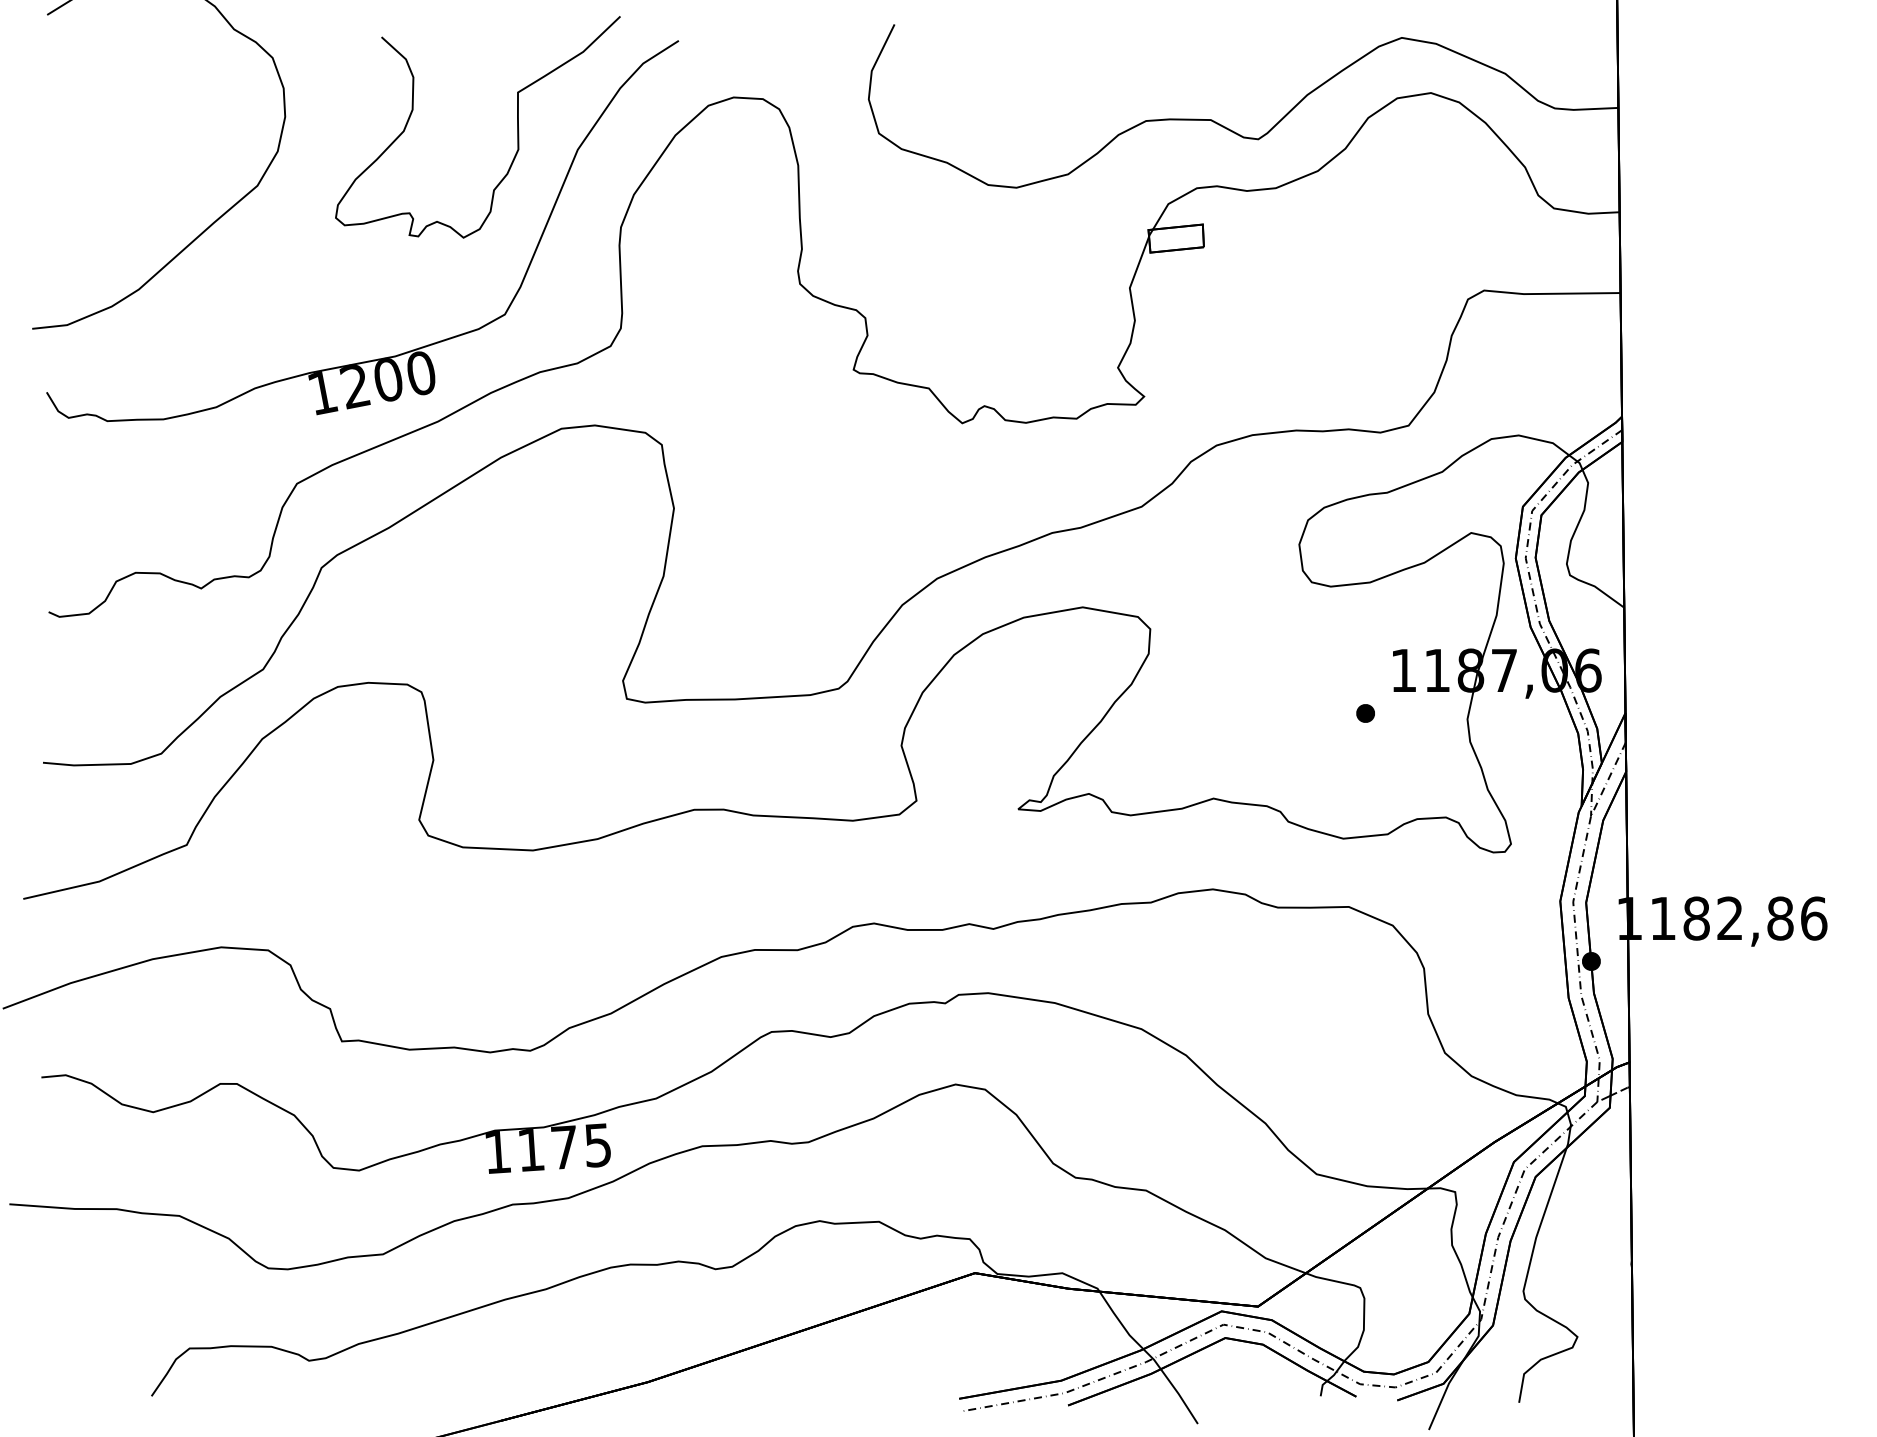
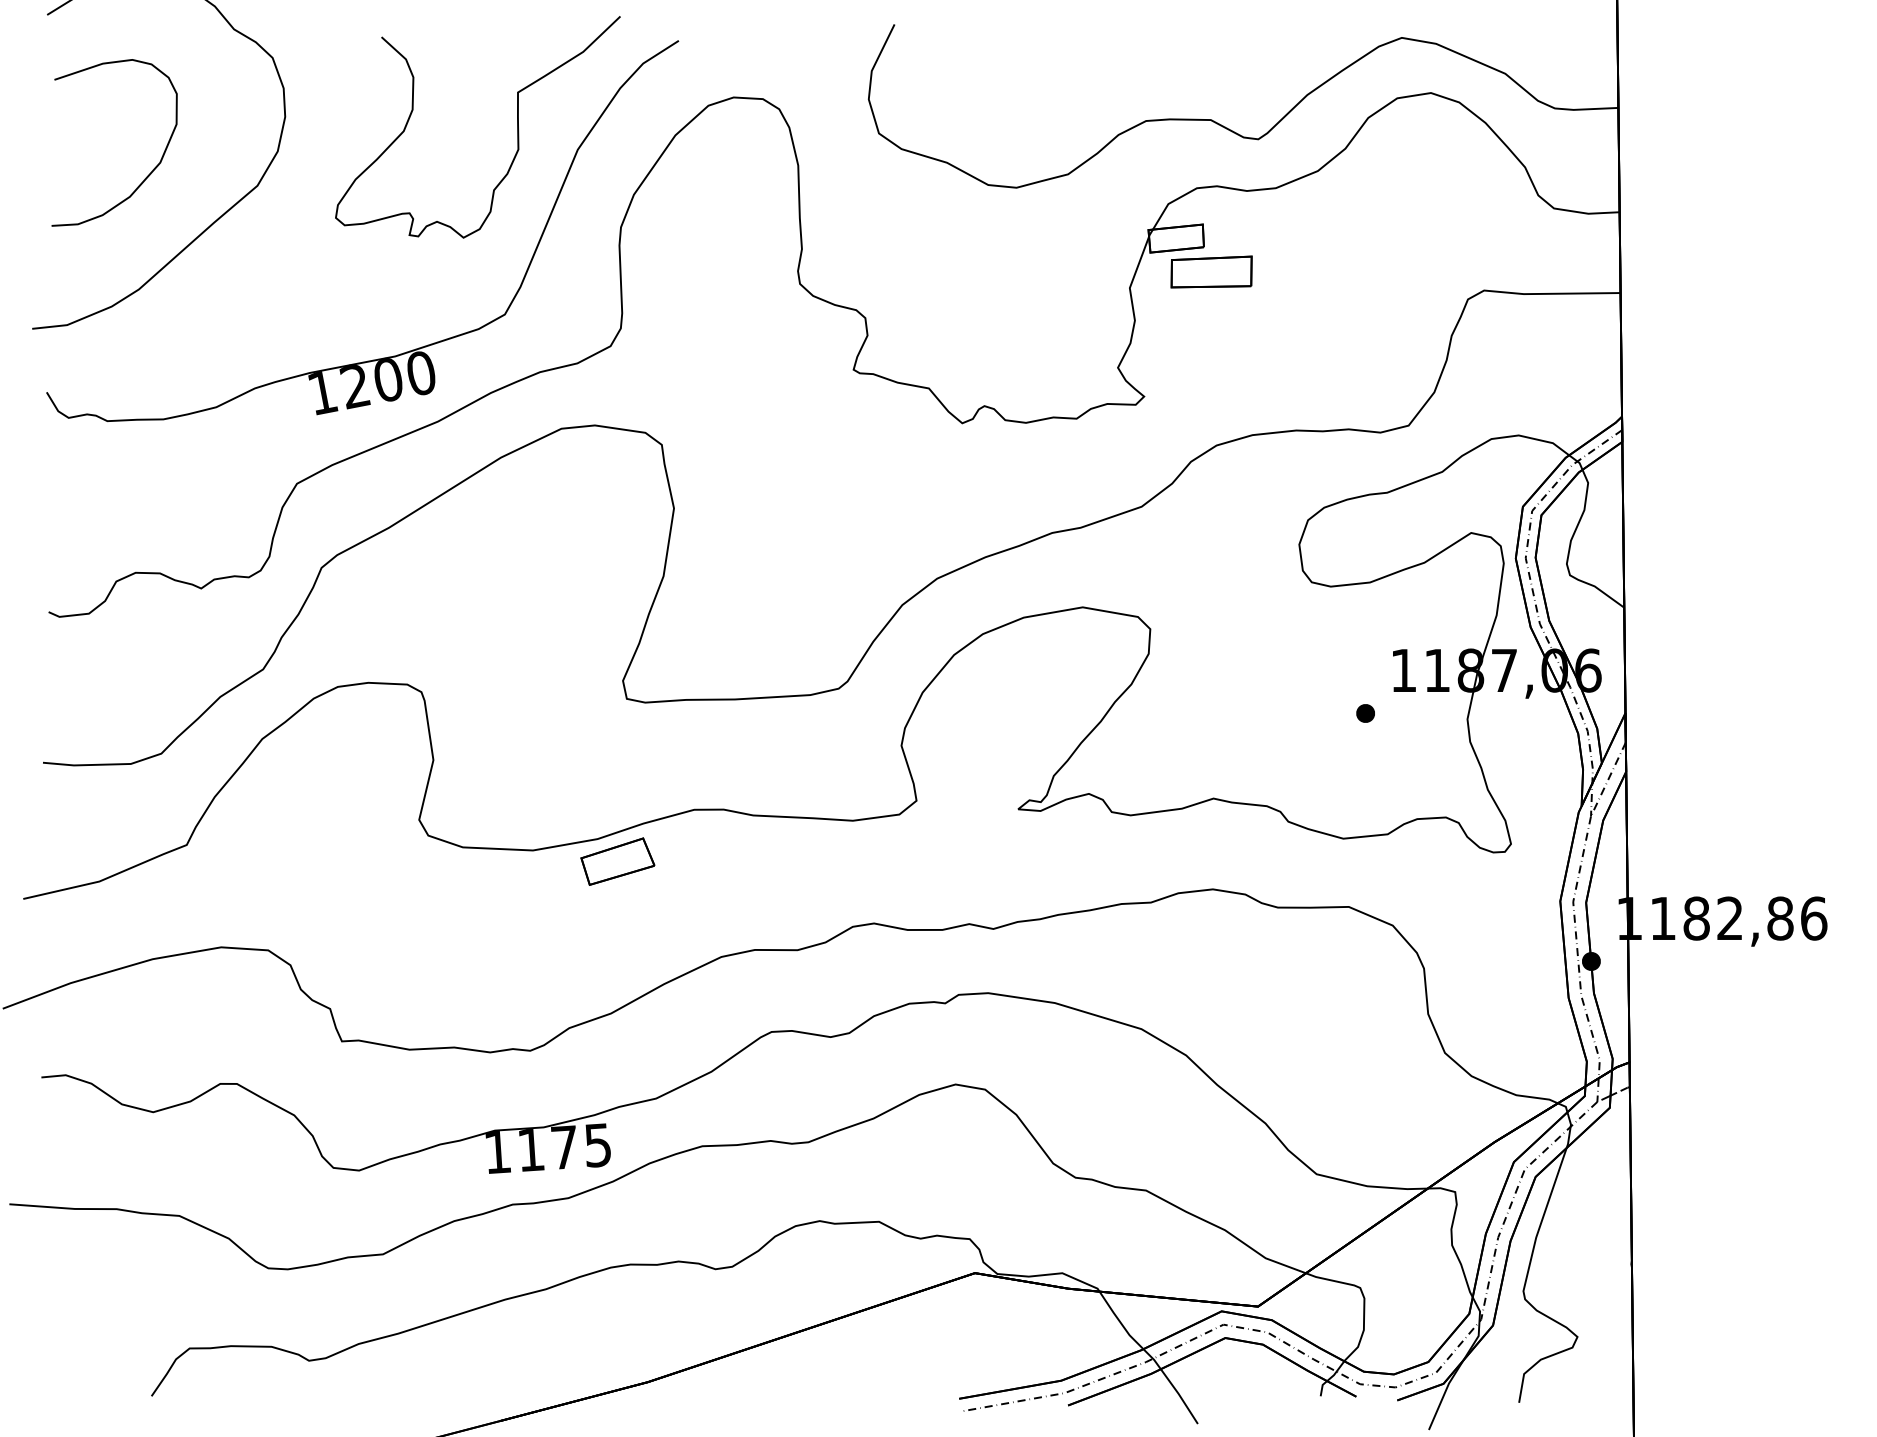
curve at (152, 169): none -> present
part at (1211, 271): none -> present
part at (617, 861): none -> present
